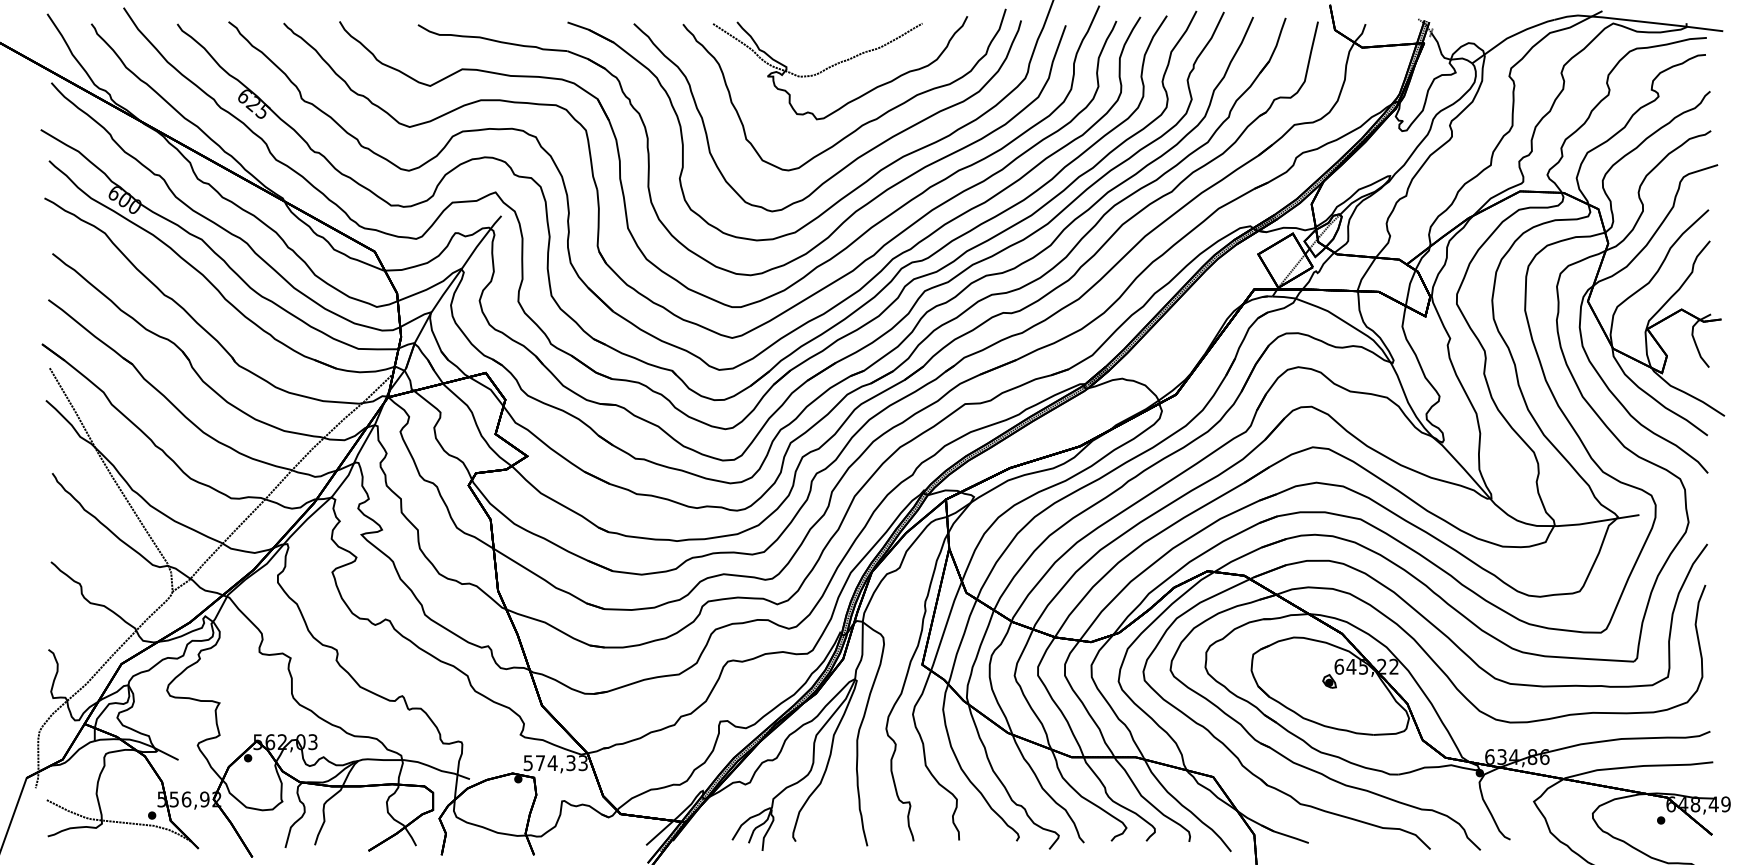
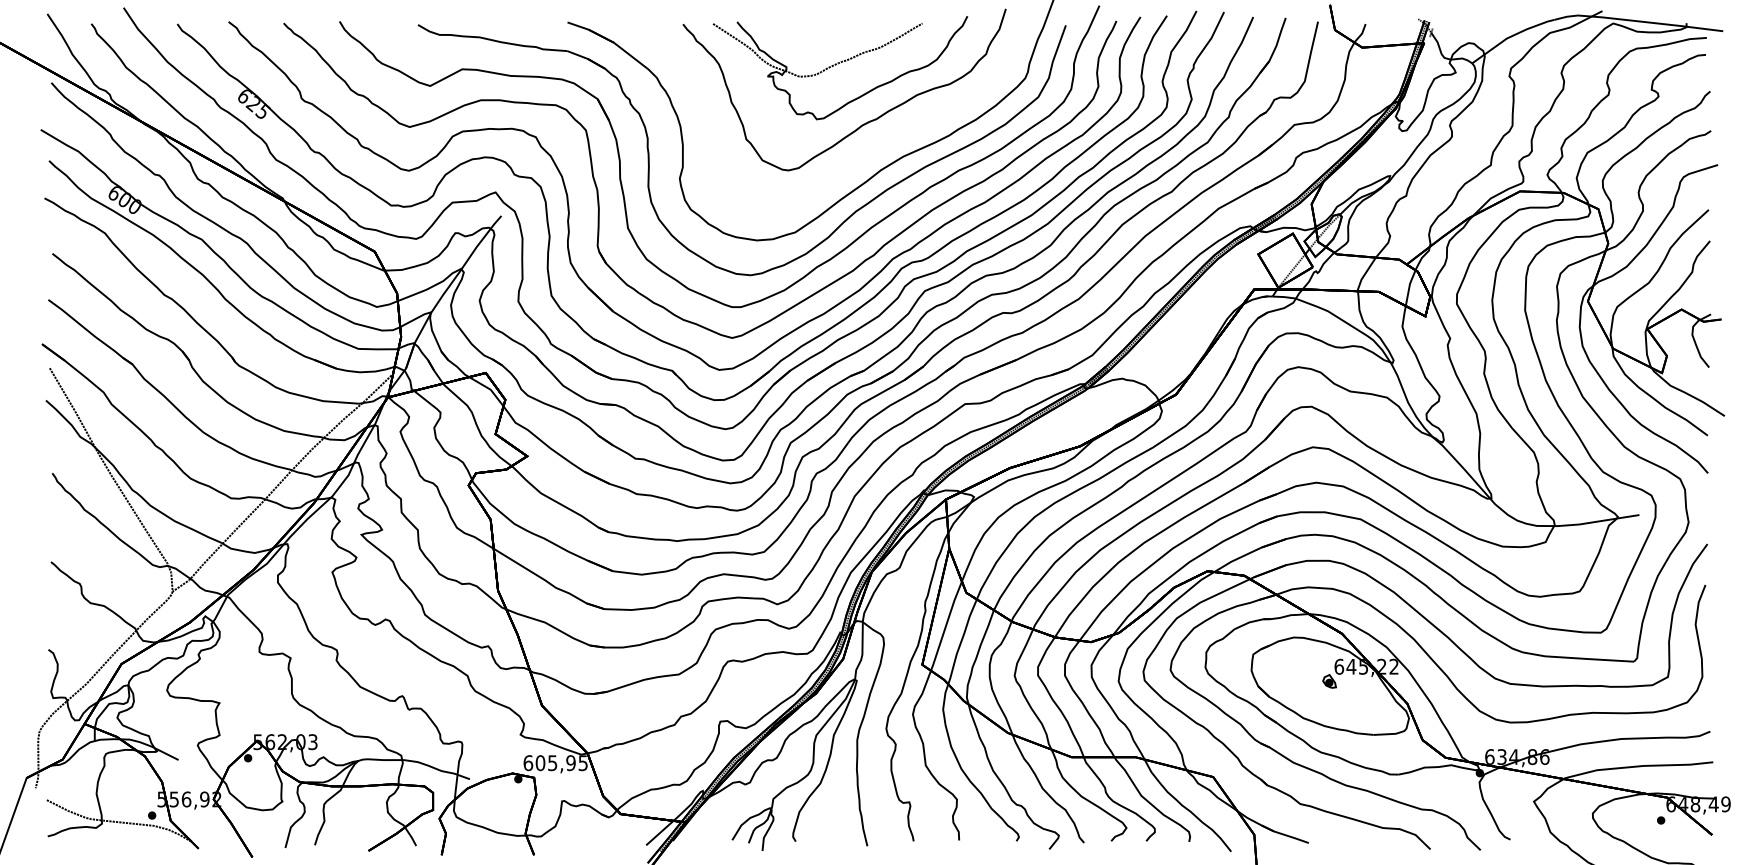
curve at (855, 158): present -> none
text at (555, 763): 574,33 -> 605,95
